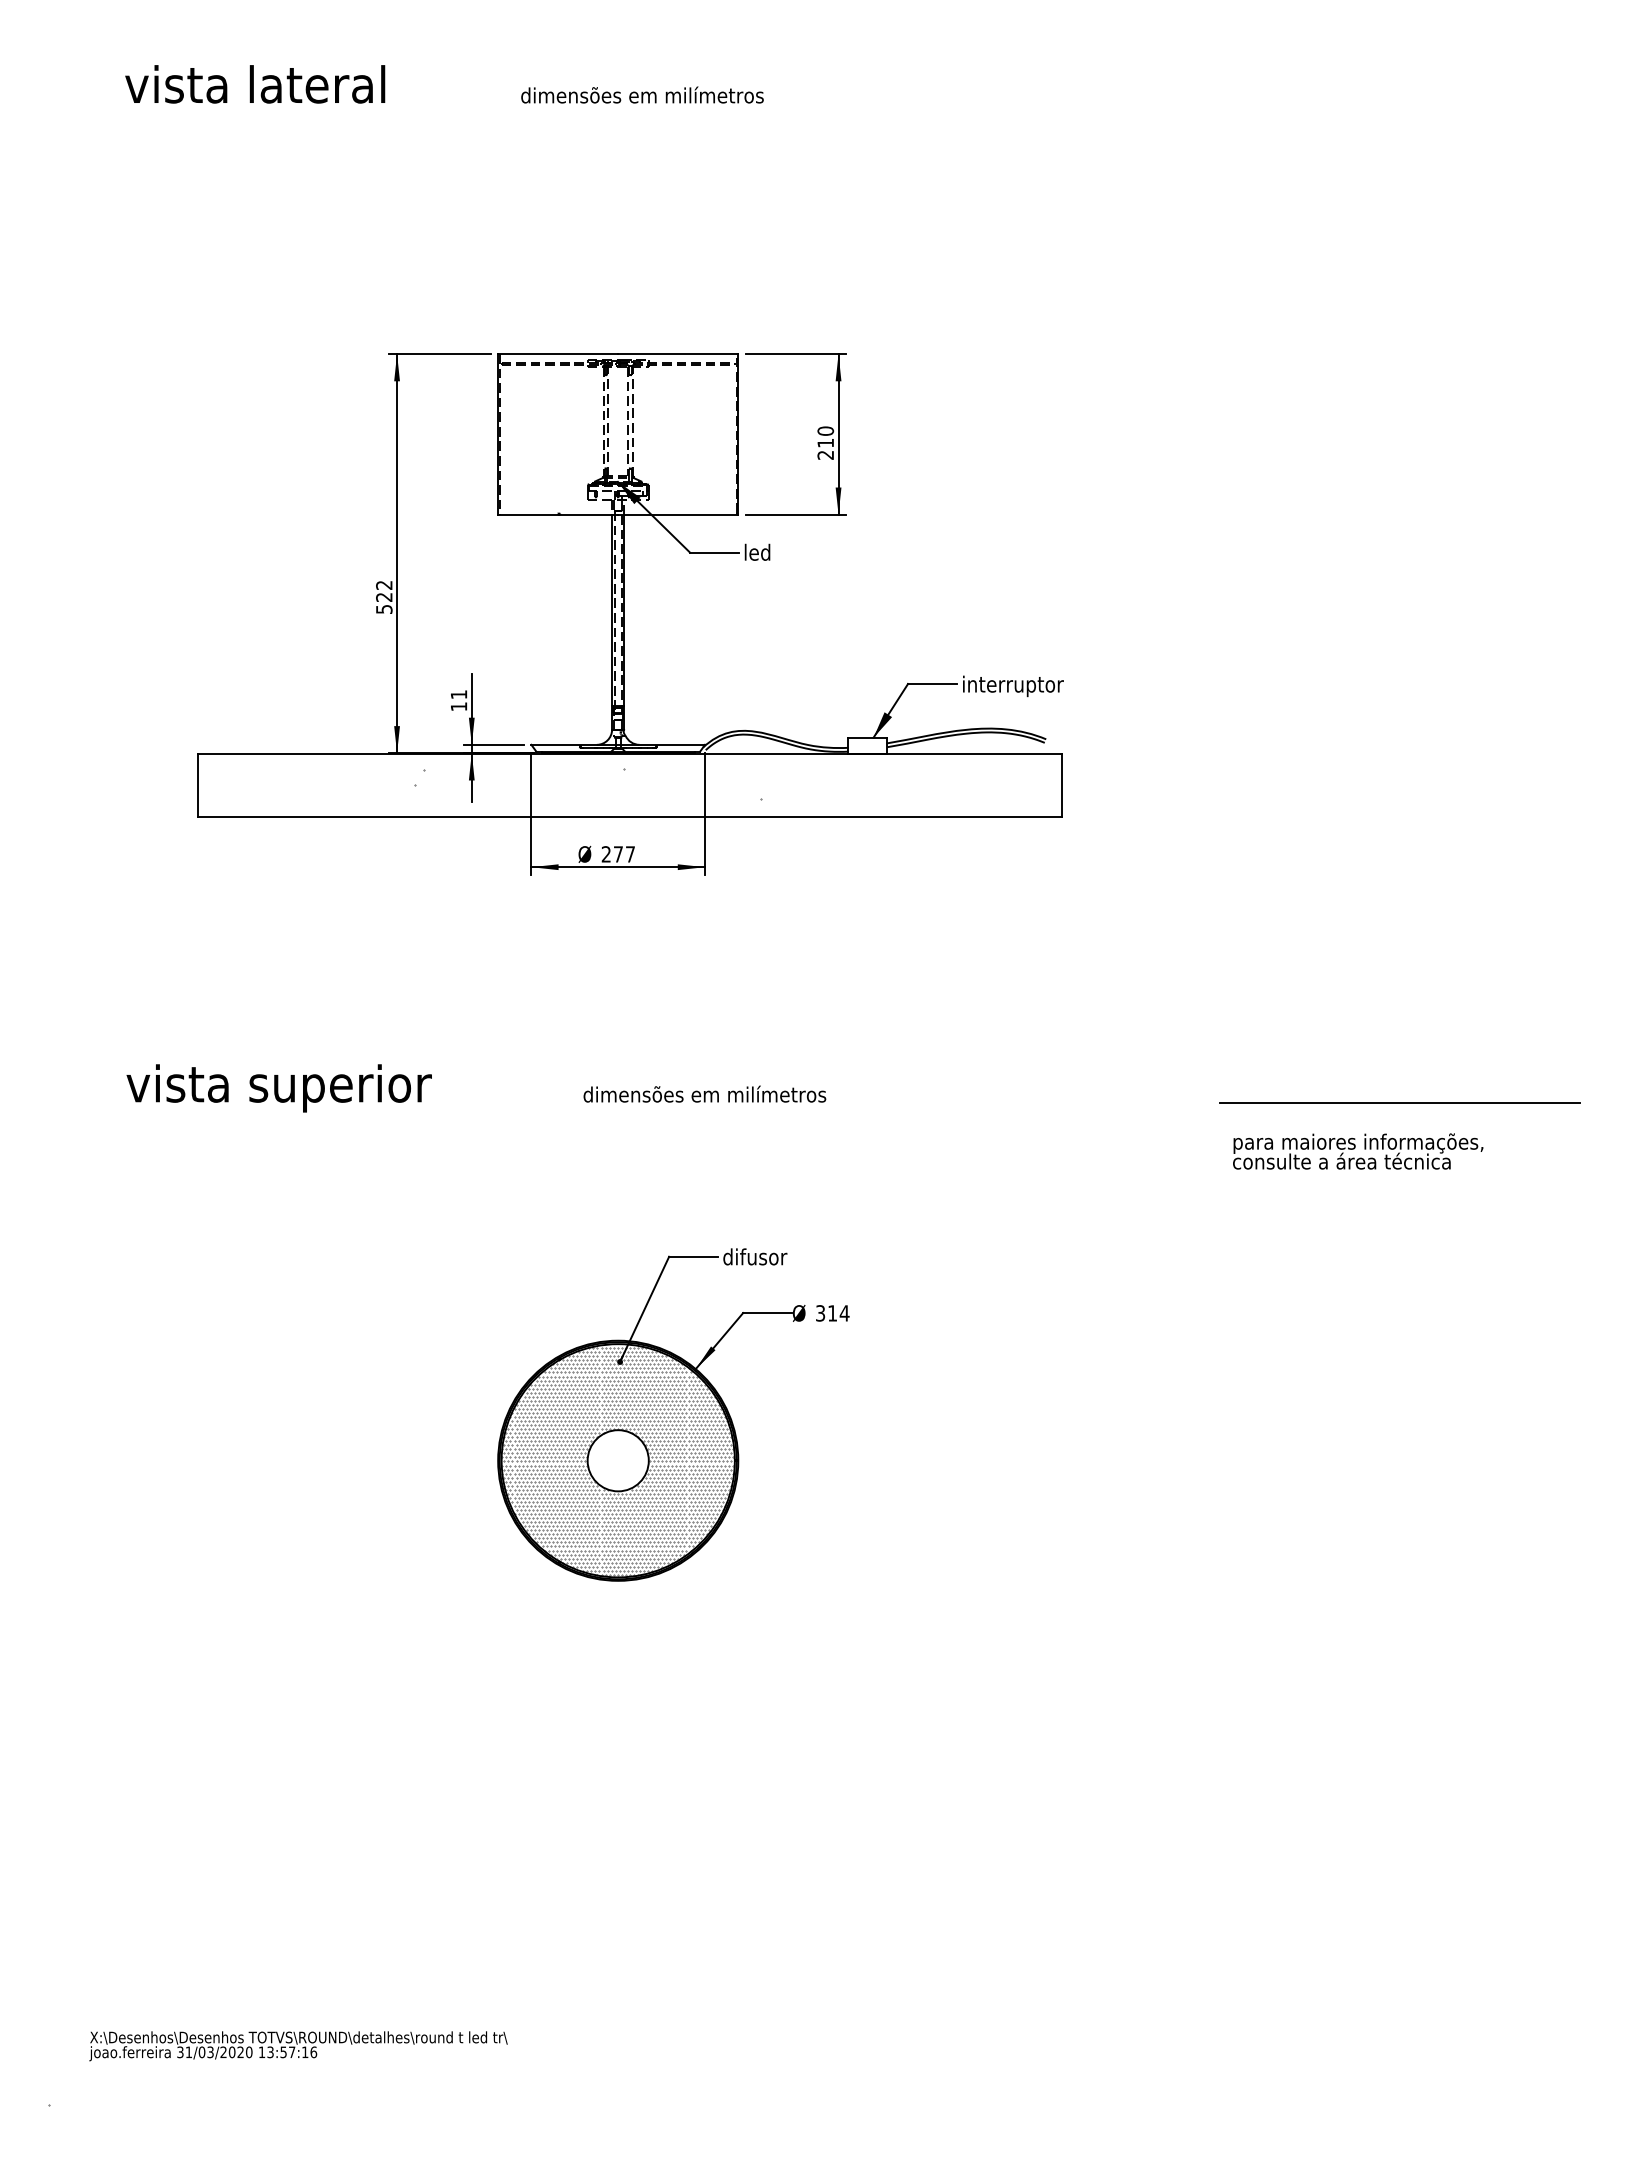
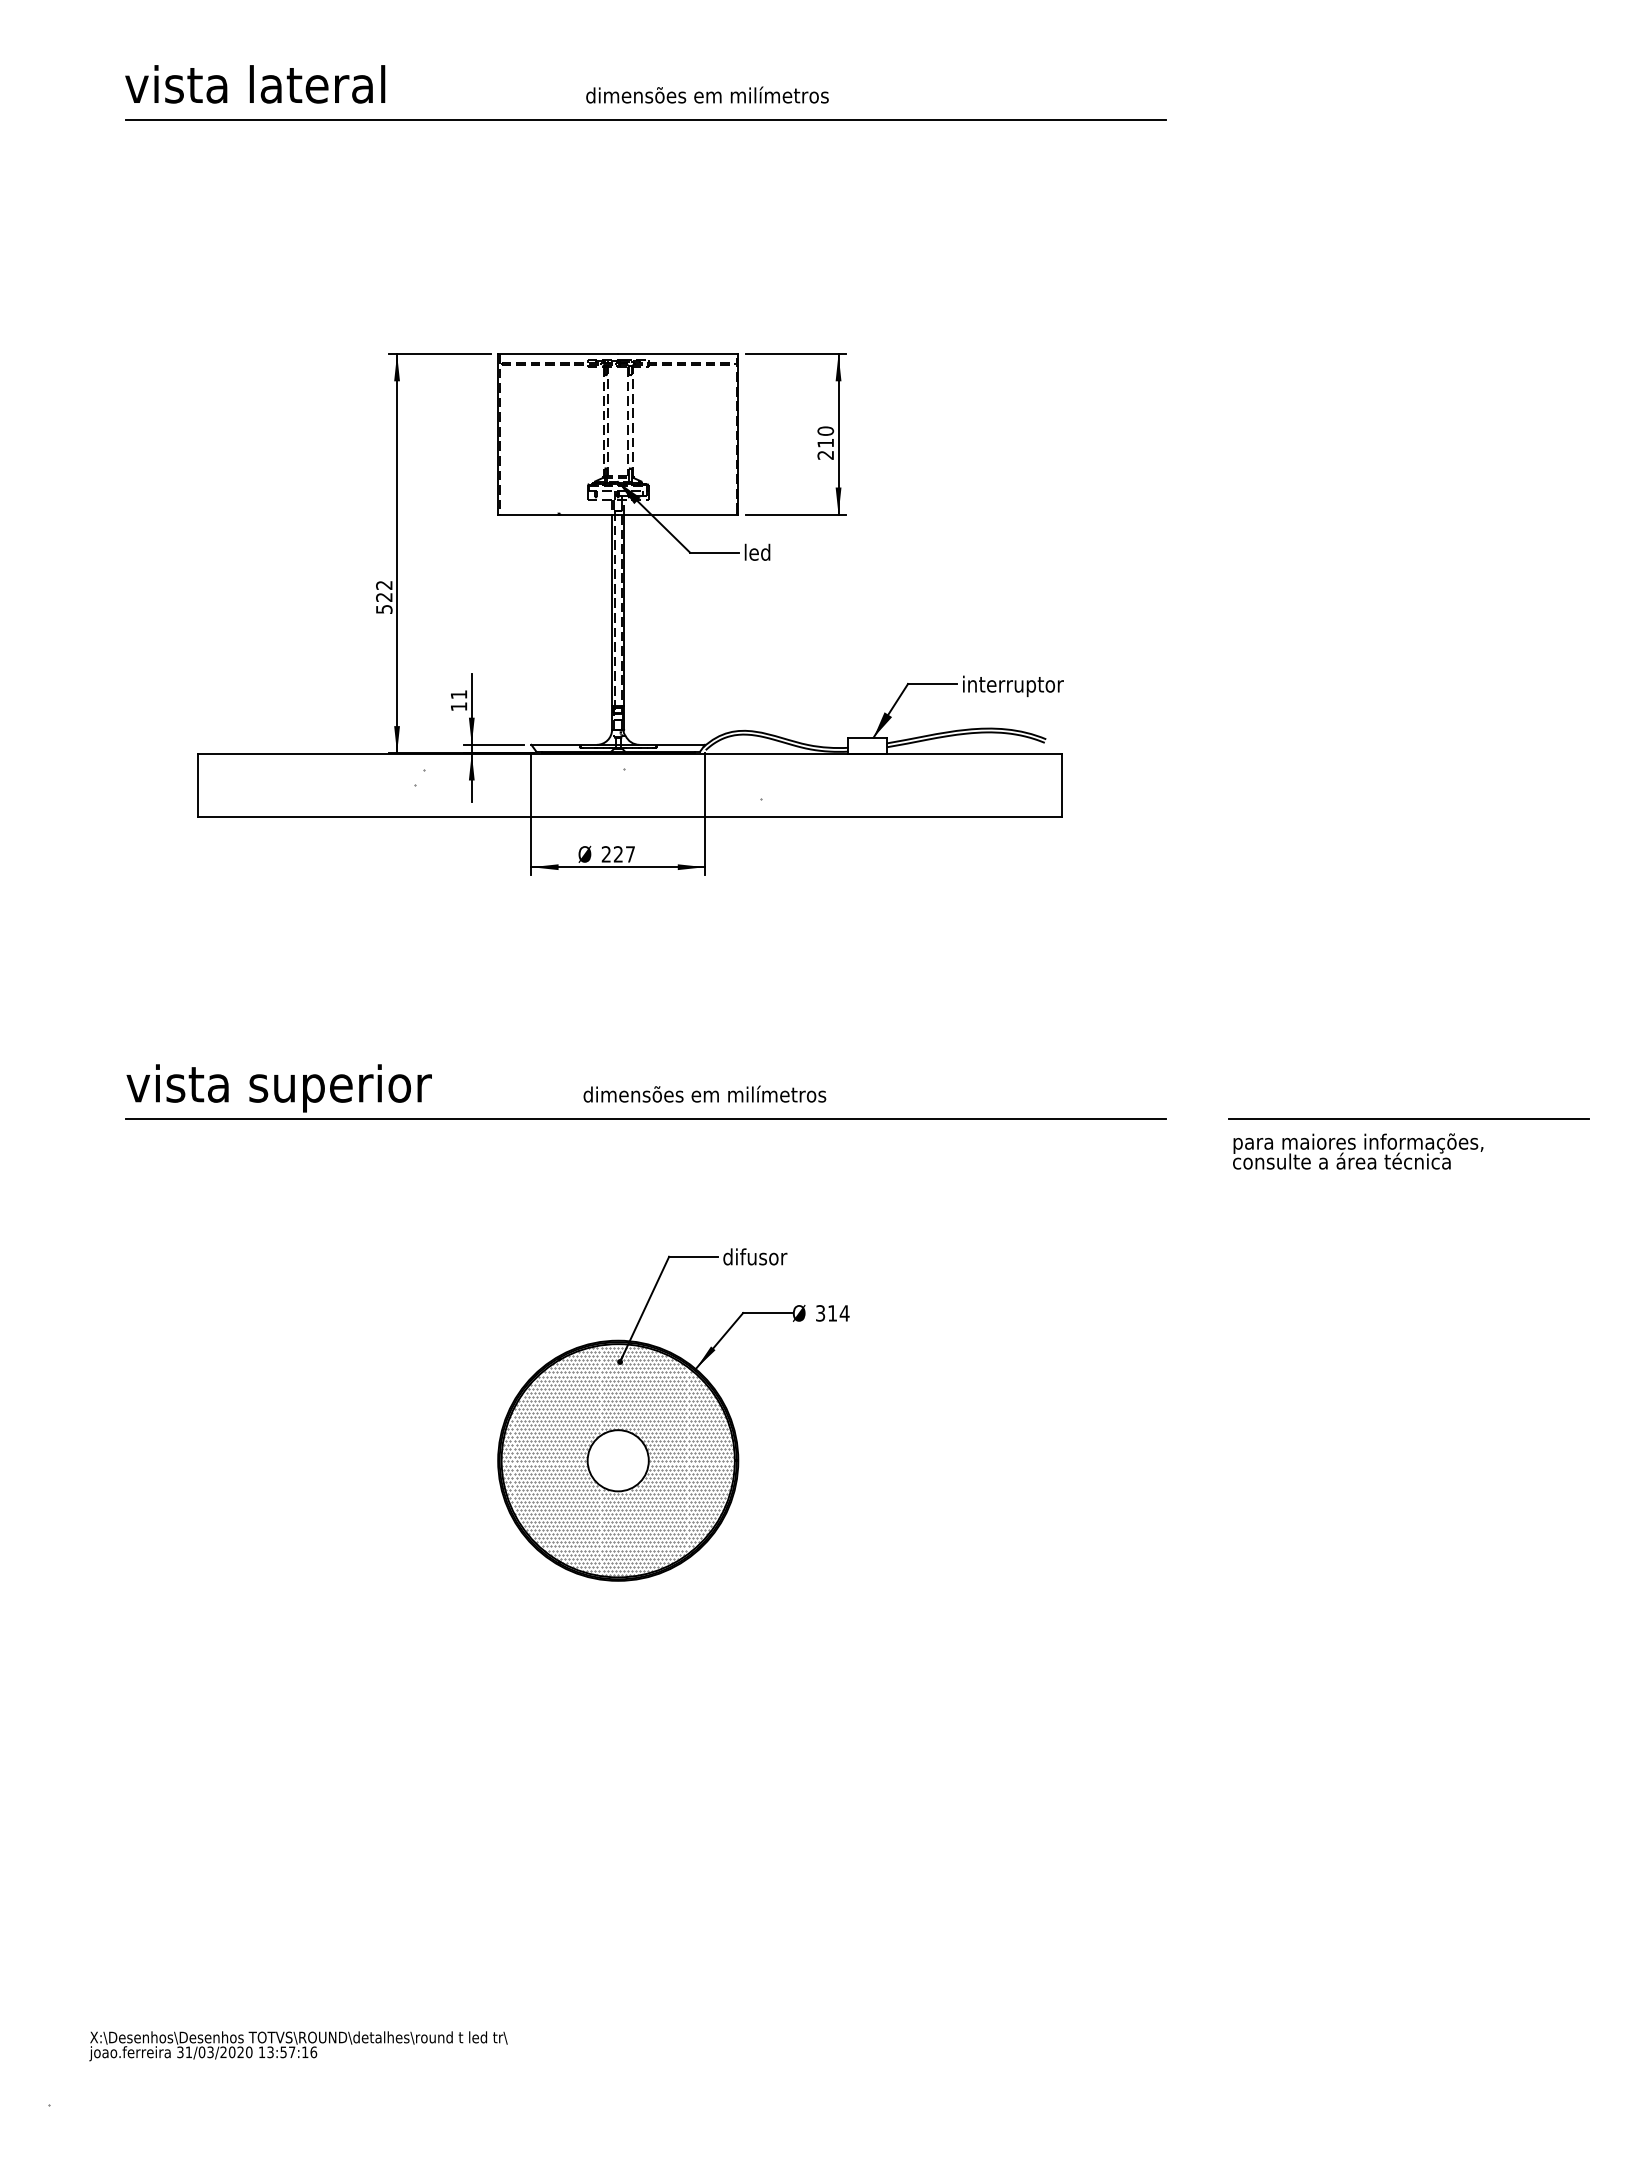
text at (642, 94) position: (642, 94) -> (707, 94)
line at (645, 120): none -> present
text at (617, 854): 277 -> 227
line at (1399, 1102) position: (1399, 1102) -> (1408, 1118)
line at (645, 1118): none -> present
